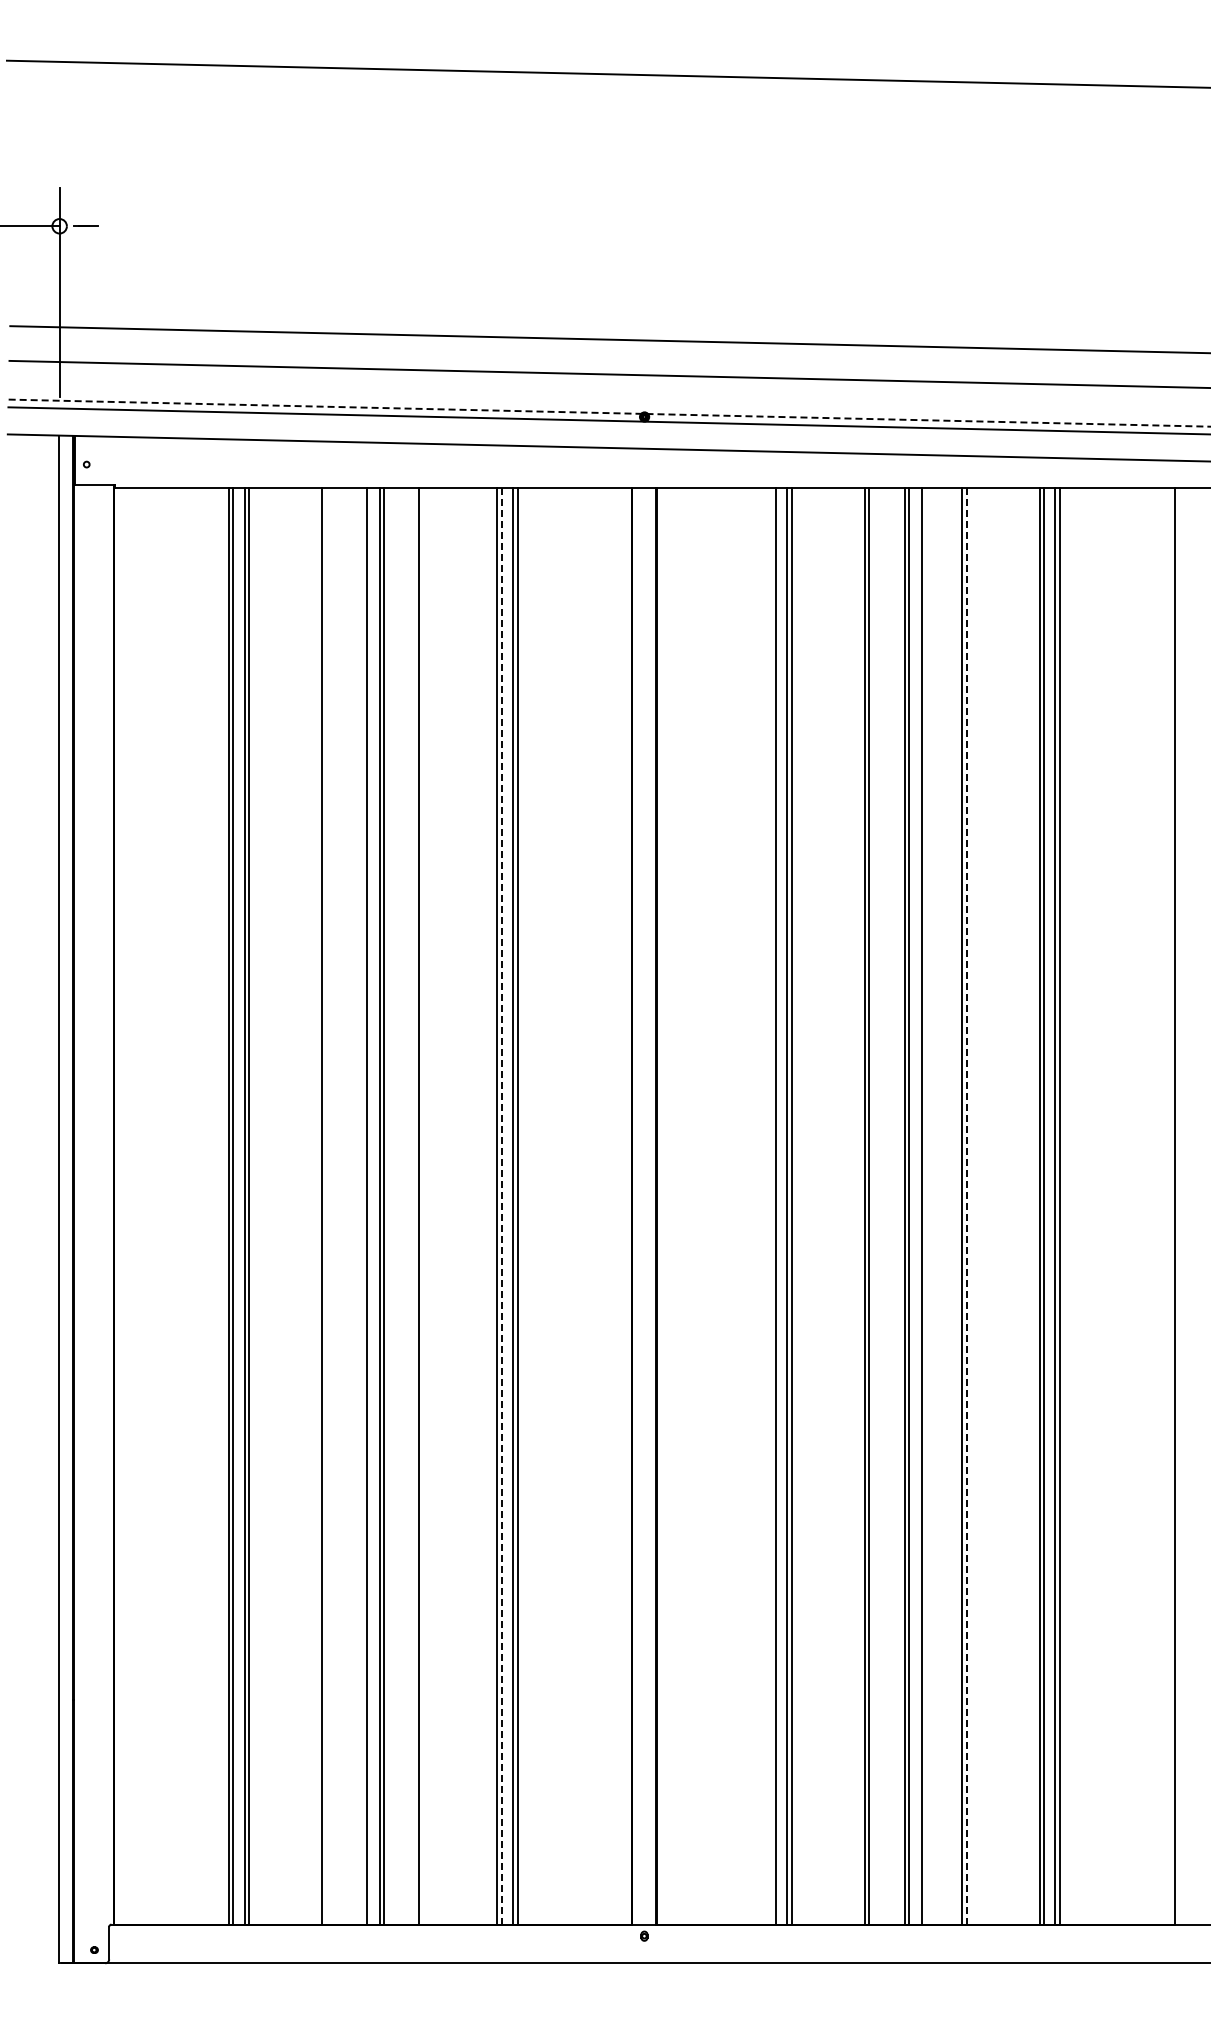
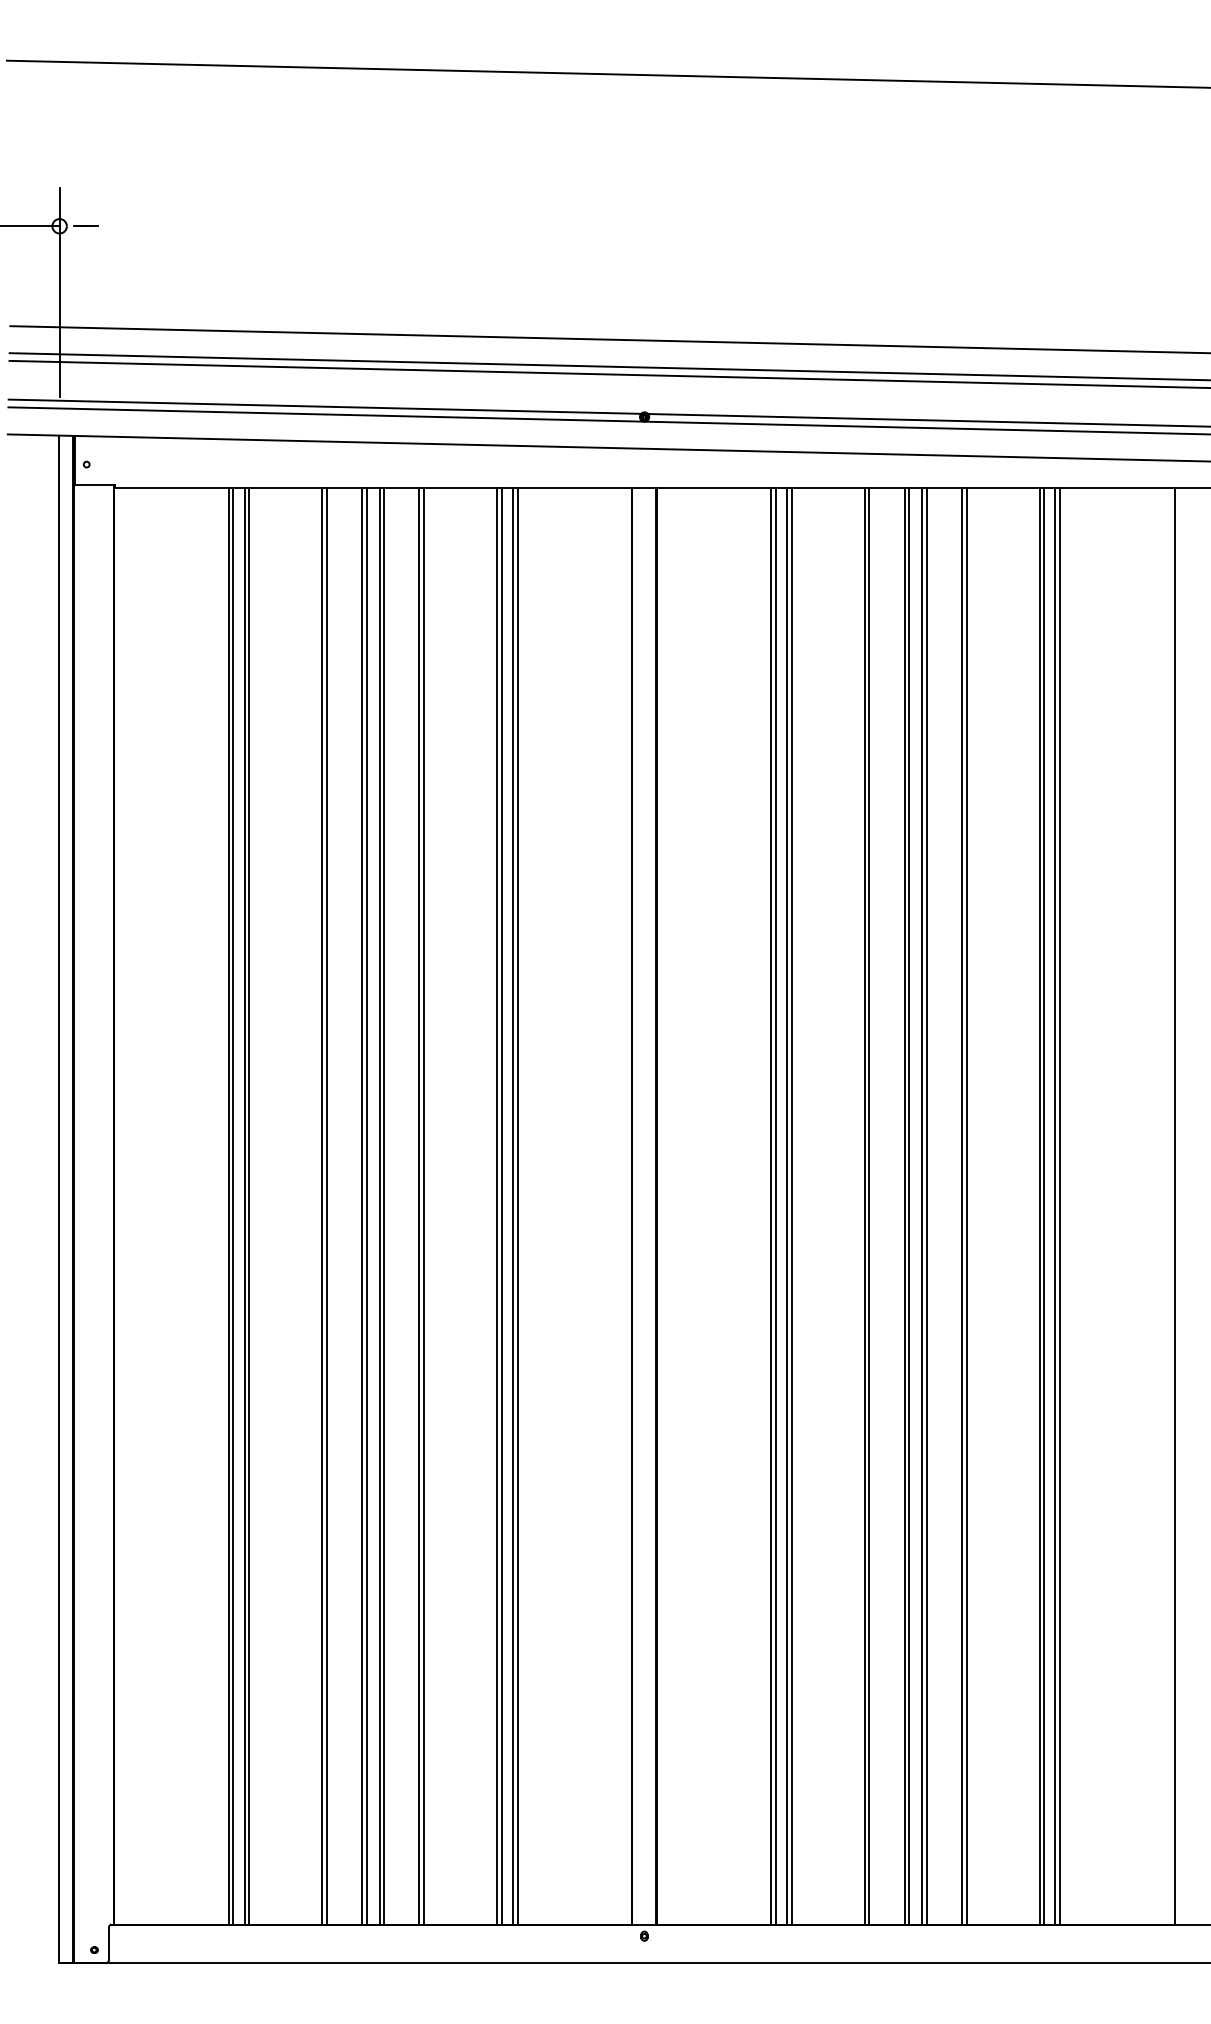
line at (608, 366): none -> present
line at (610, 413): dashed -> solid
line at (326, 1205): none -> present
line at (362, 1205): none -> present
line at (424, 1205): none -> present
line at (771, 1205): none -> present
line at (926, 1205): none -> present
line at (501, 1206): dashed -> solid
line at (966, 1206): dashed -> solid
